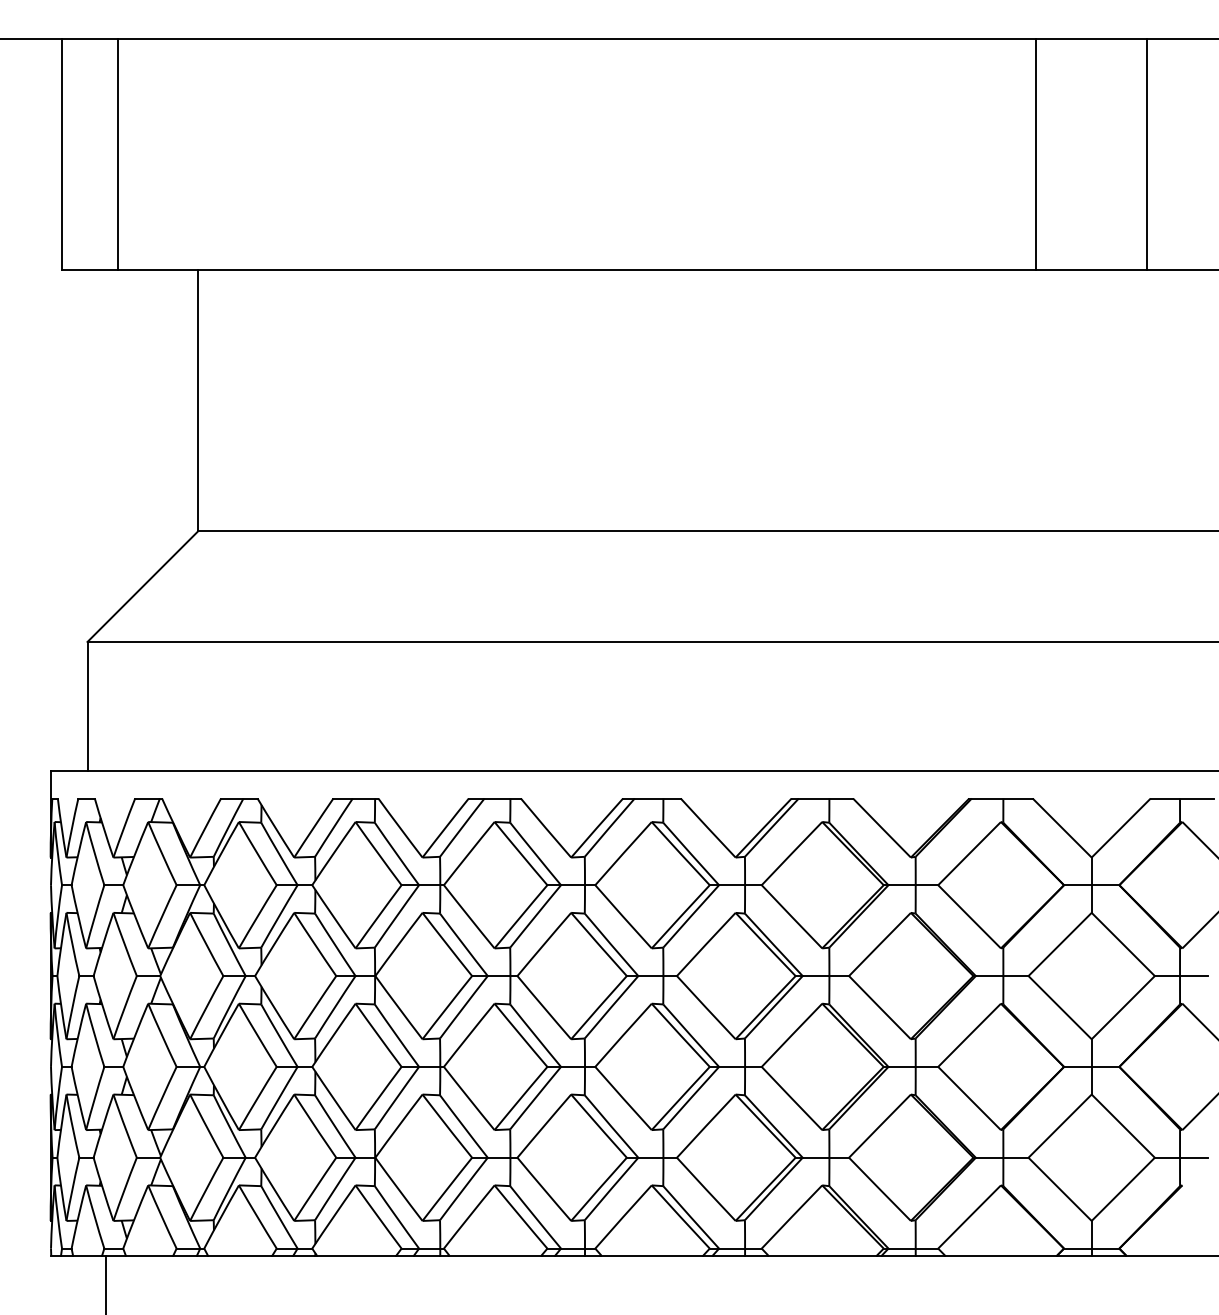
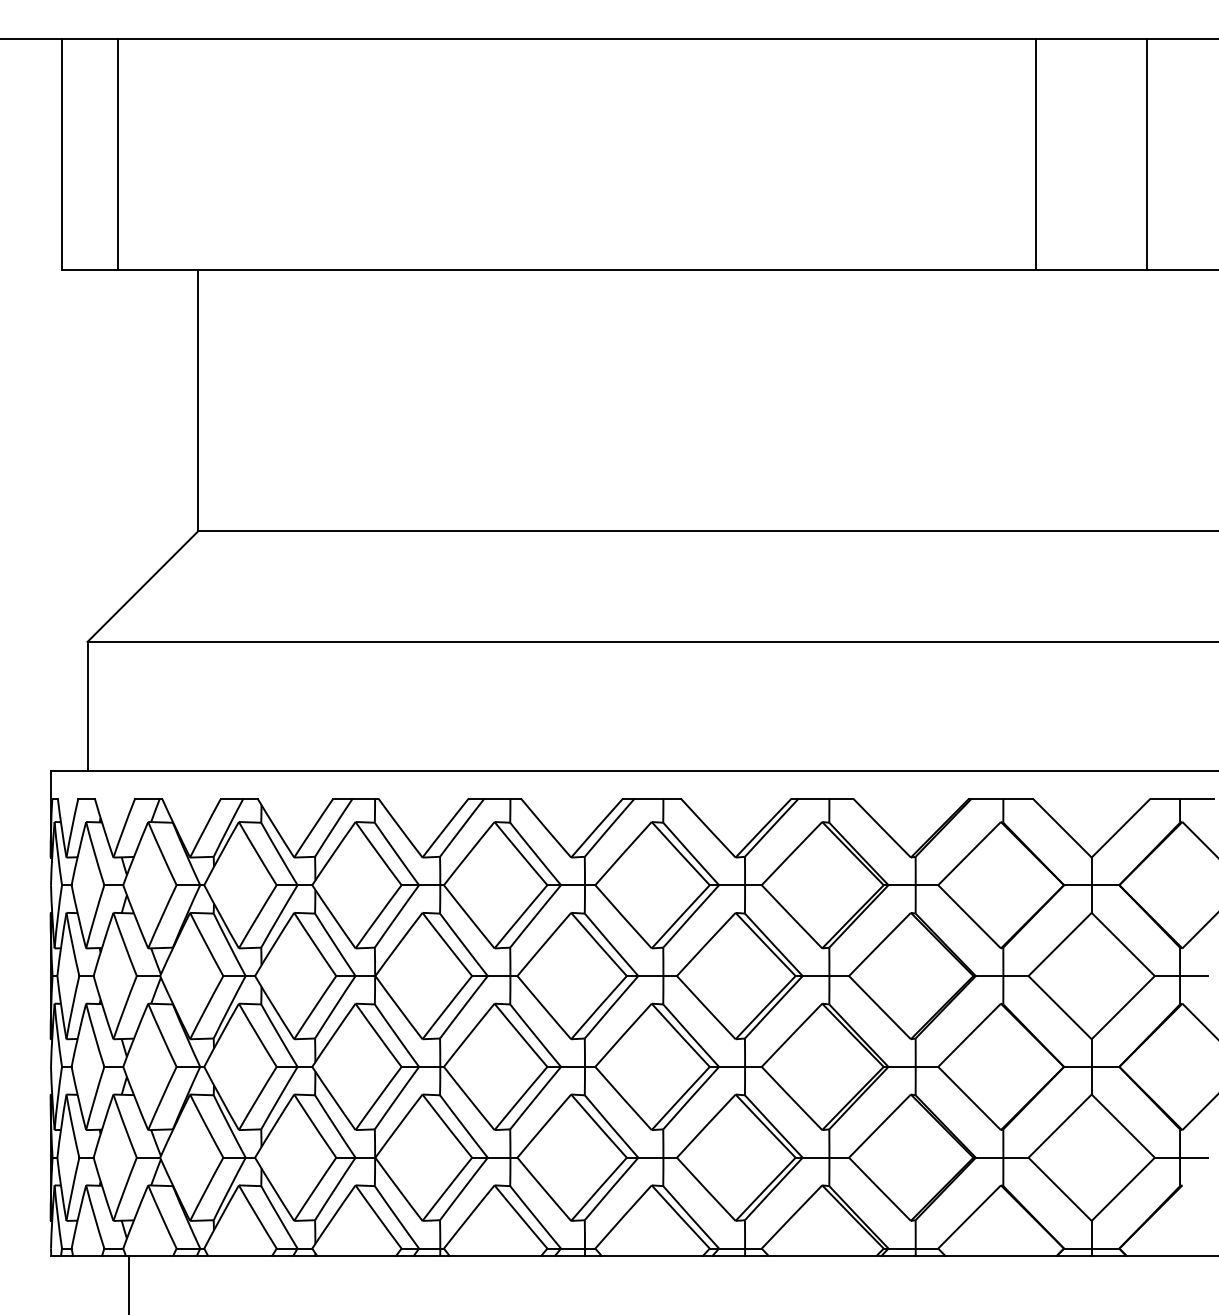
line at (105, 1283) position: (105, 1283) -> (128, 1283)
